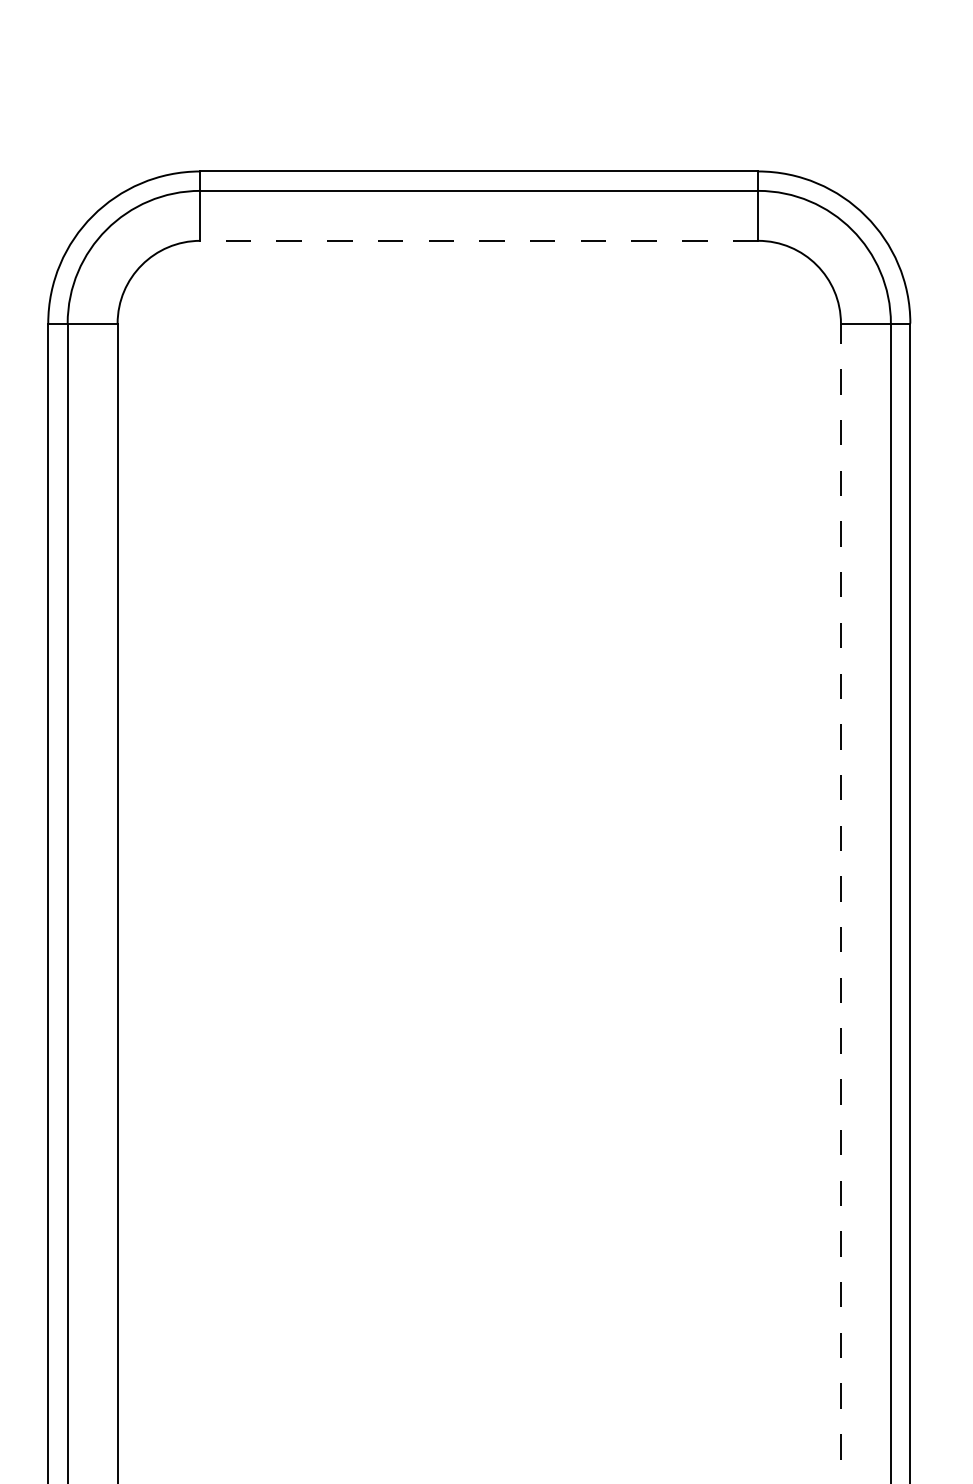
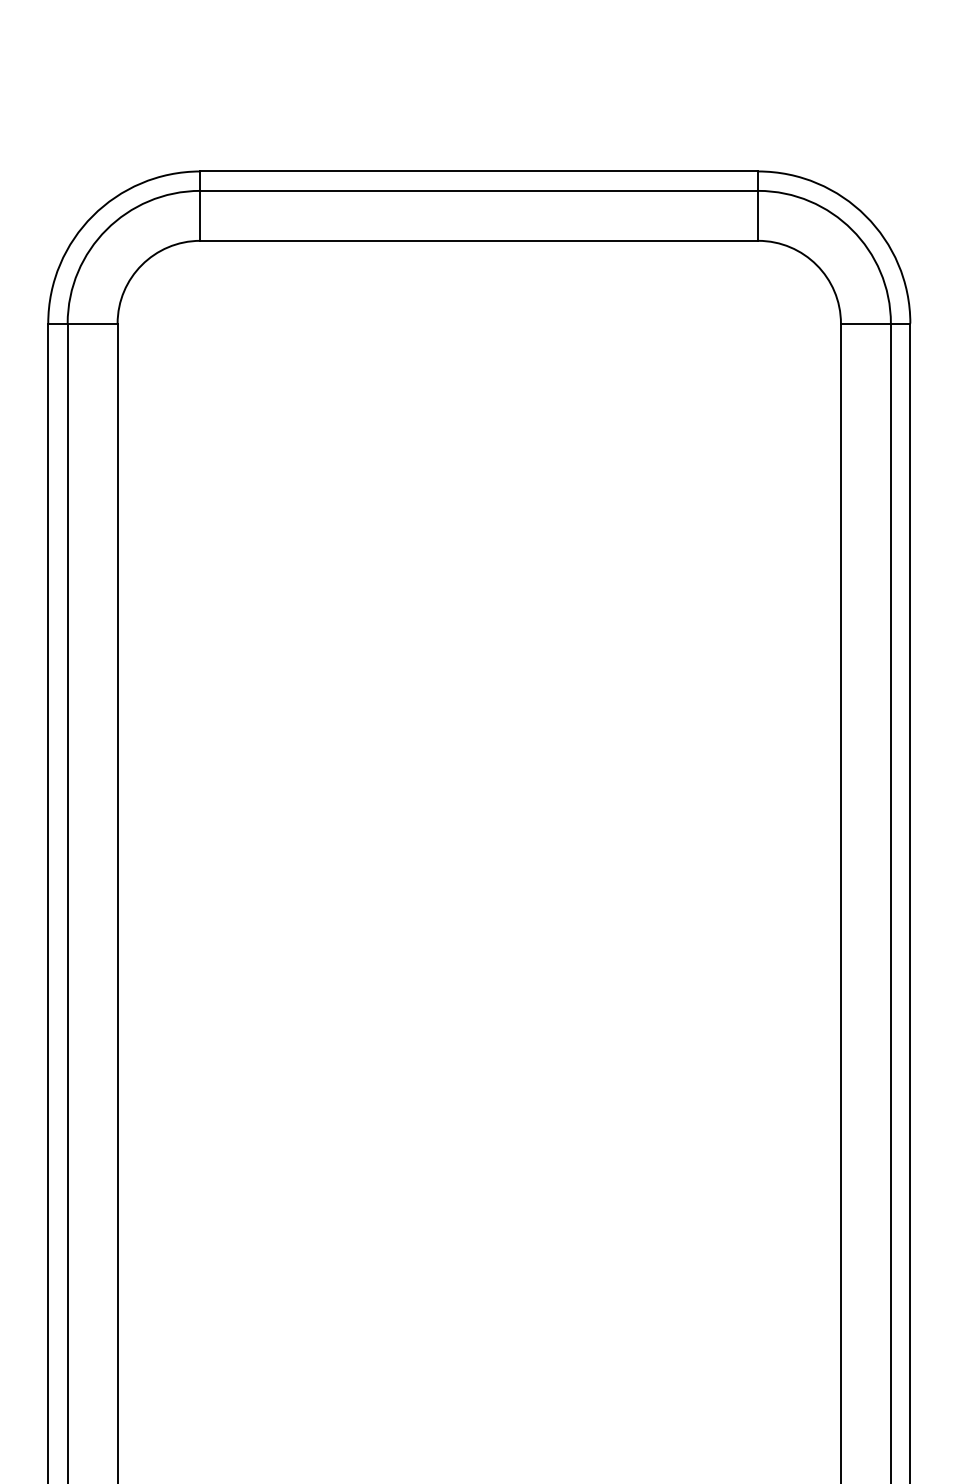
line at (479, 240): dashed -> solid
line at (840, 903): dashed -> solid
